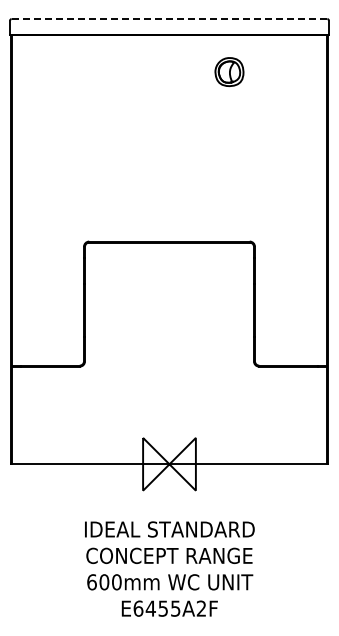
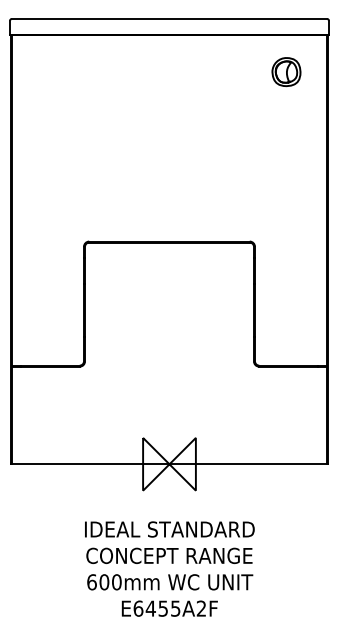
line at (169, 19): dashed -> solid
part at (229, 71) position: (229, 71) -> (286, 71)
